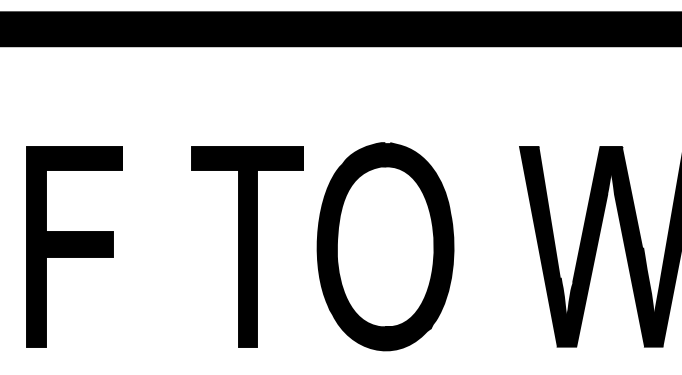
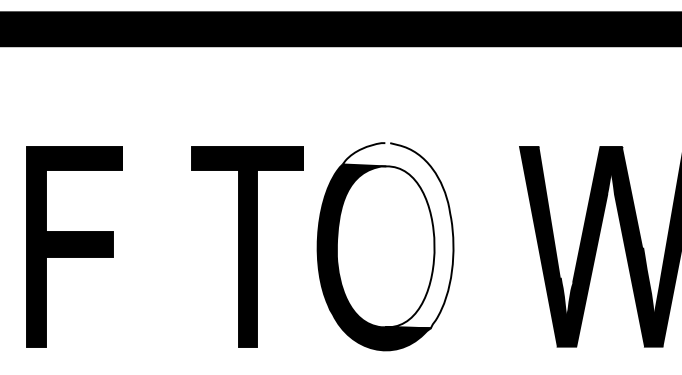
fill at (397, 235): present -> none
